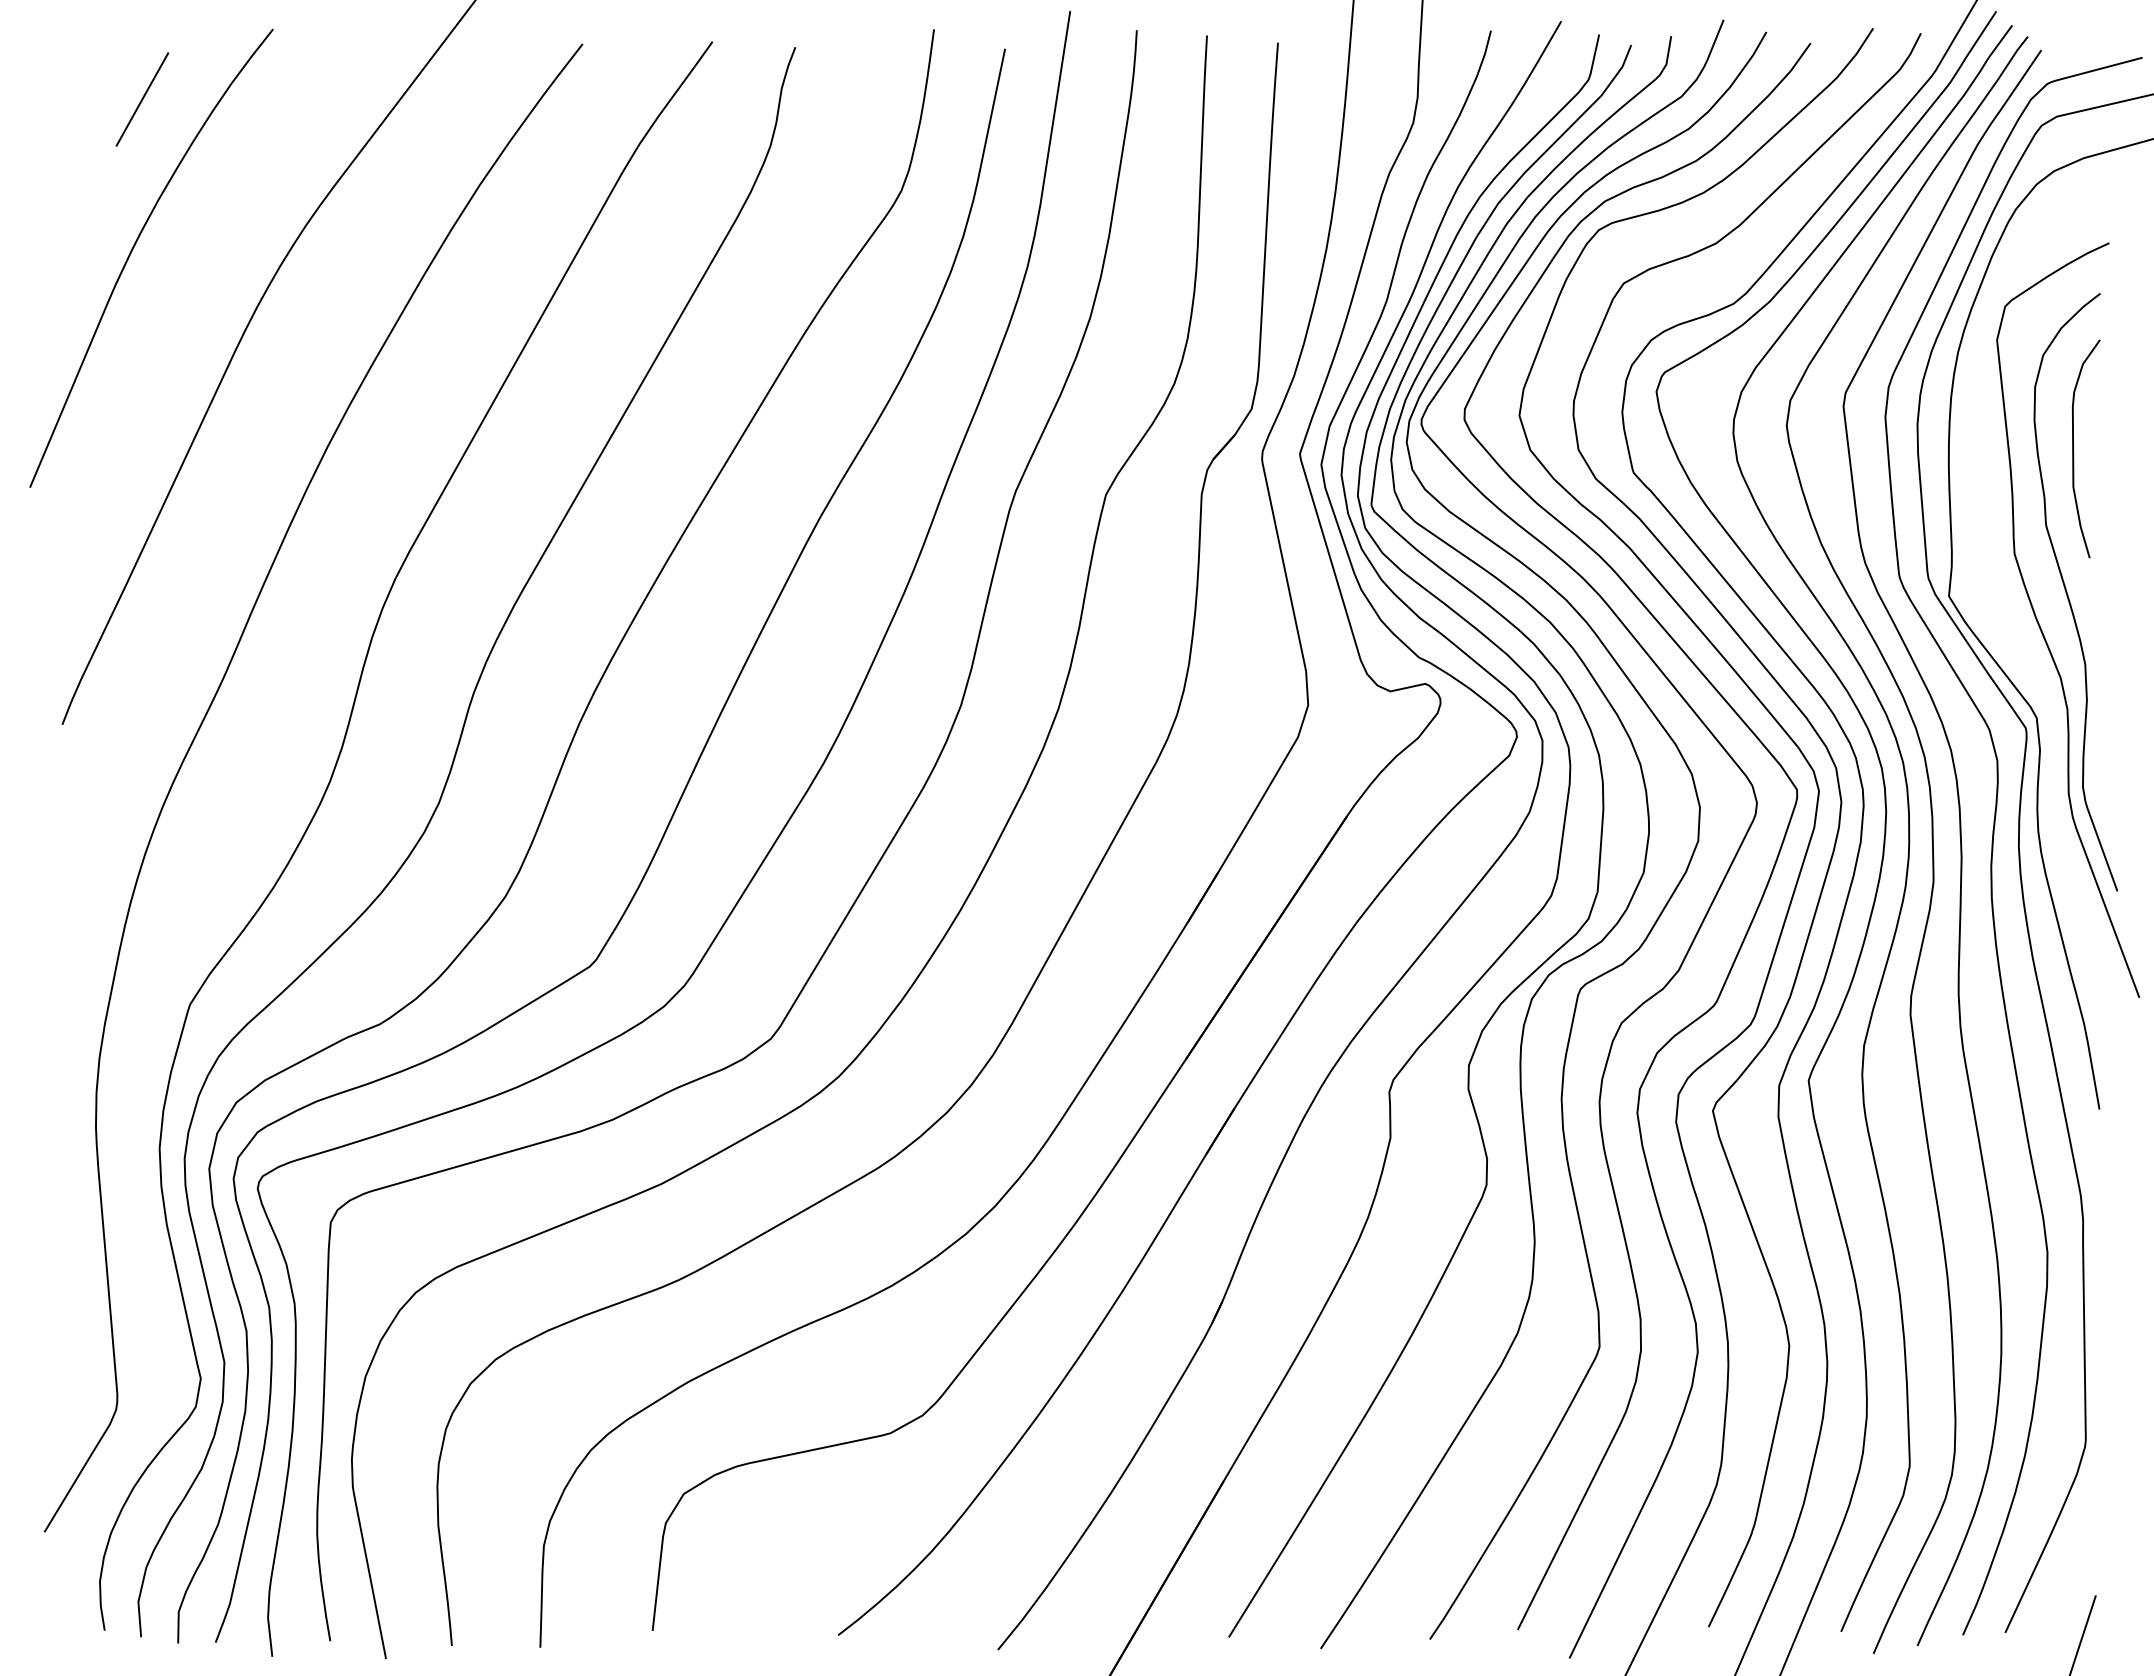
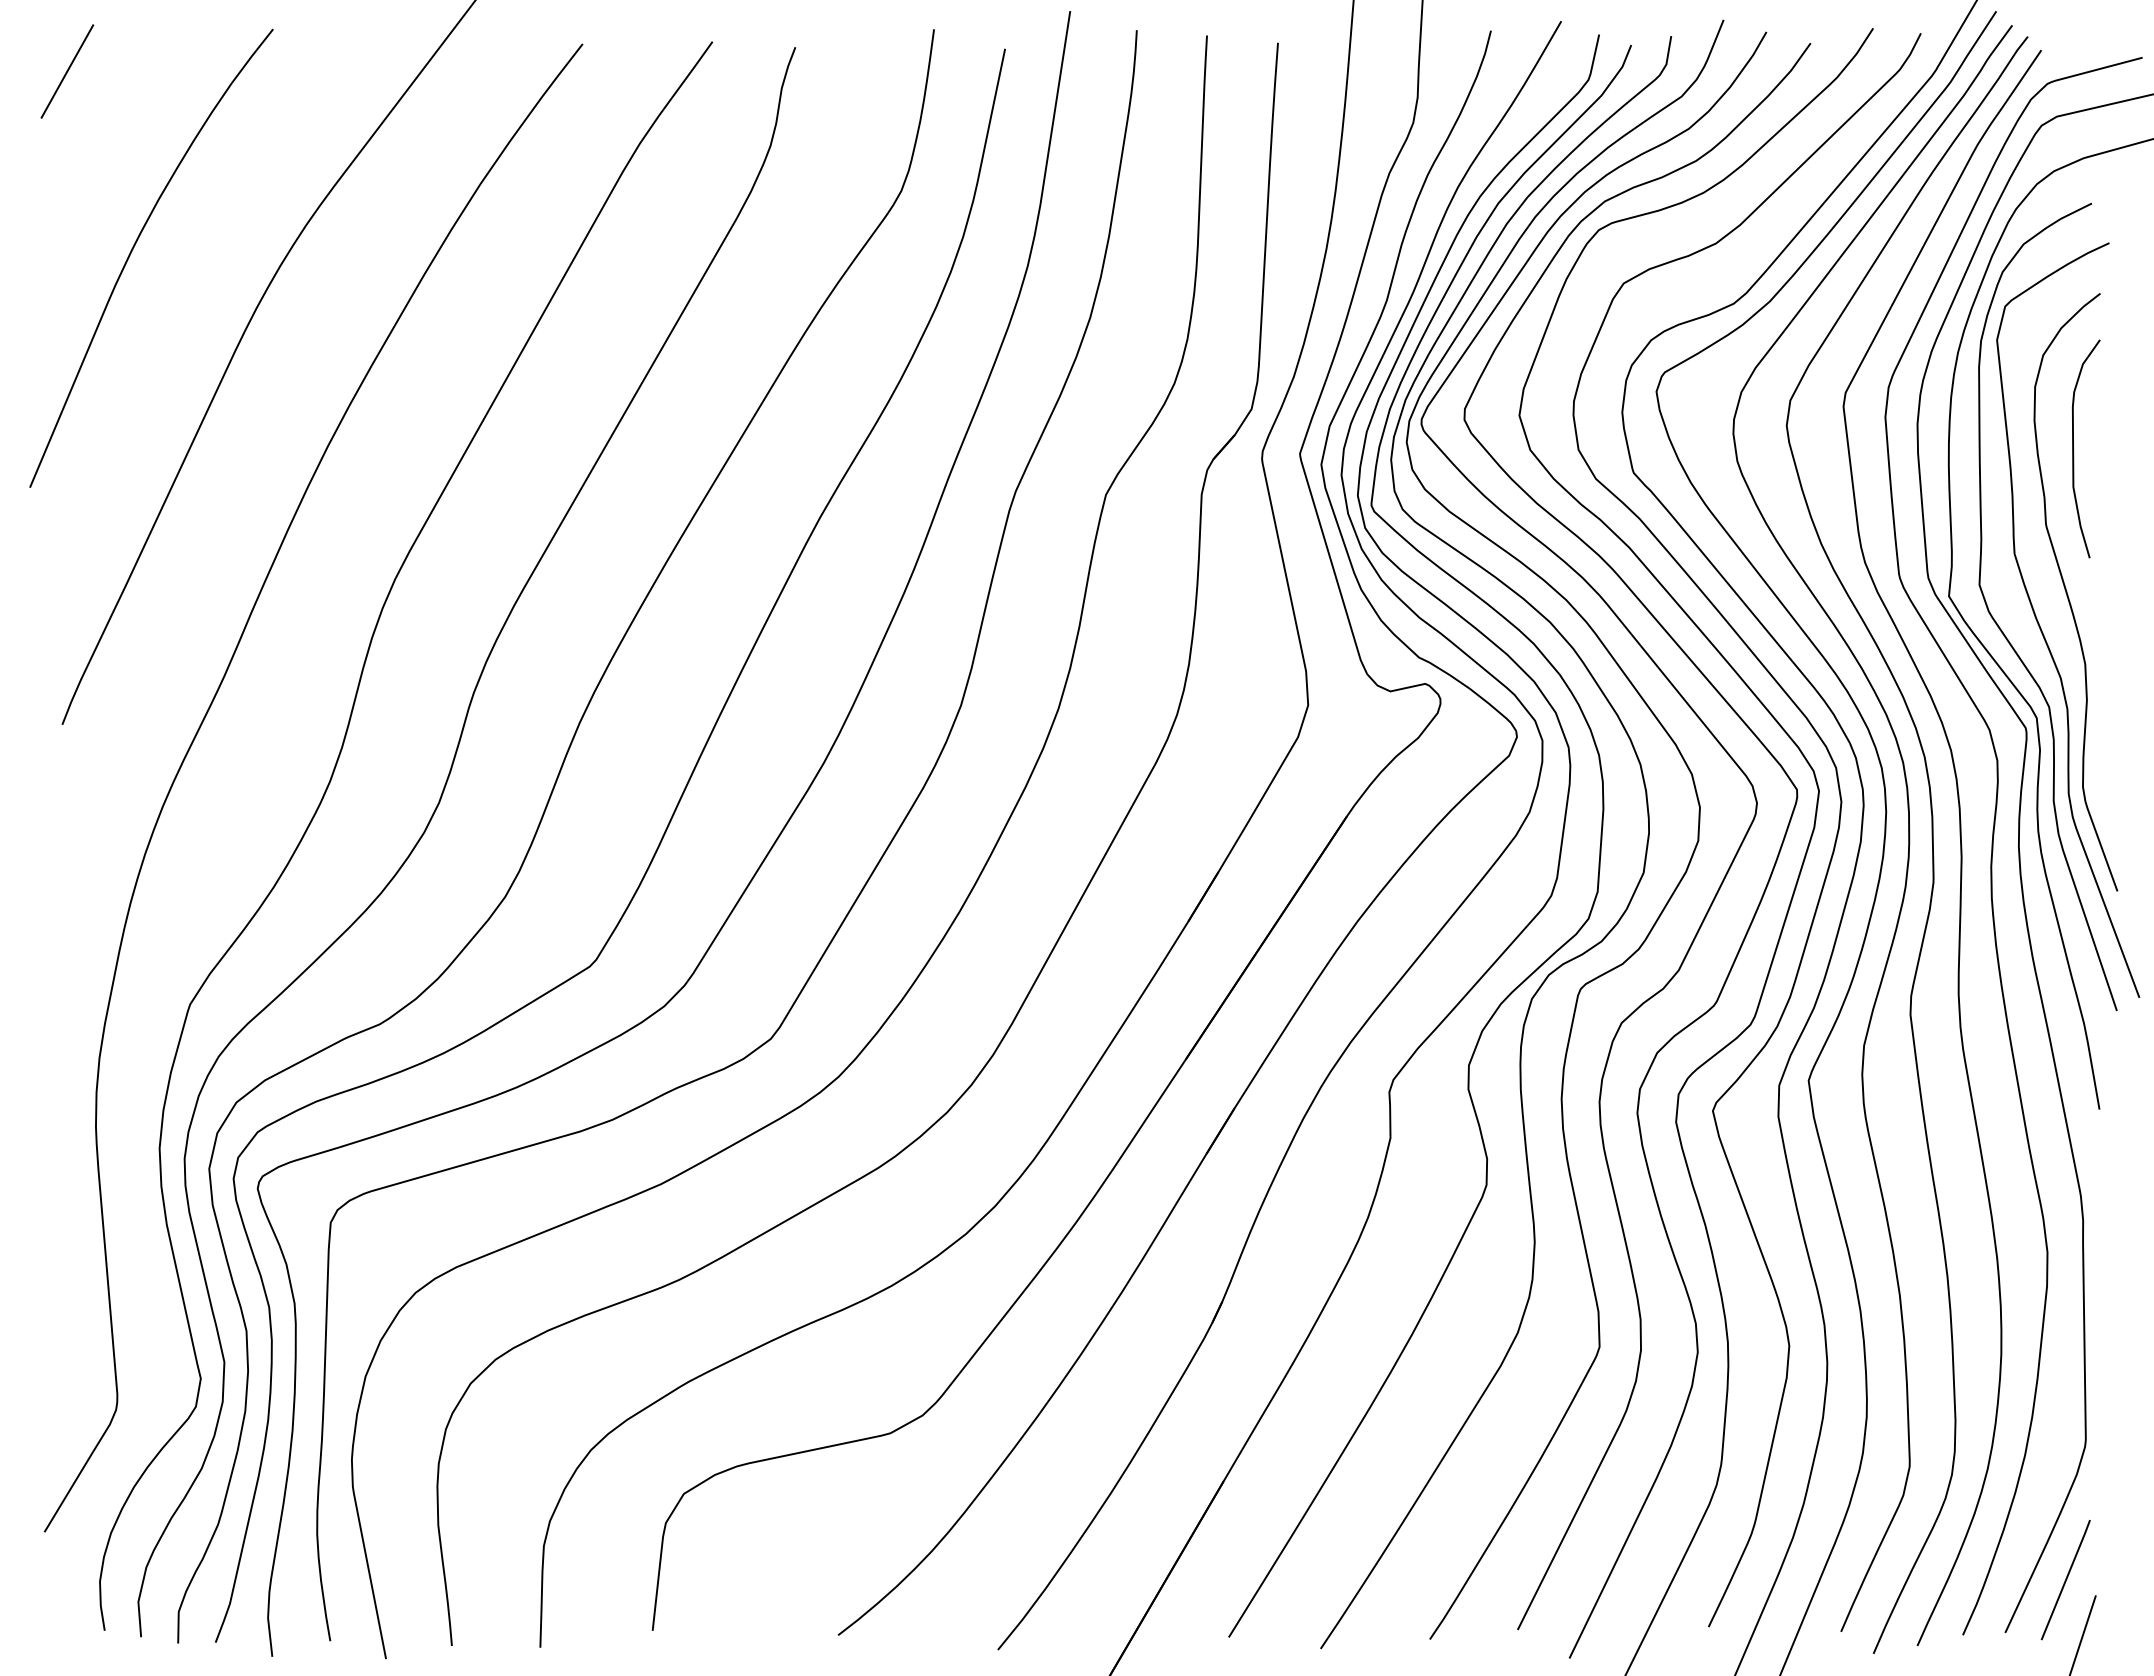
line at (142, 99) position: (142, 99) -> (67, 71)
curve at (2004, 633): none -> present
line at (2065, 1579): none -> present
